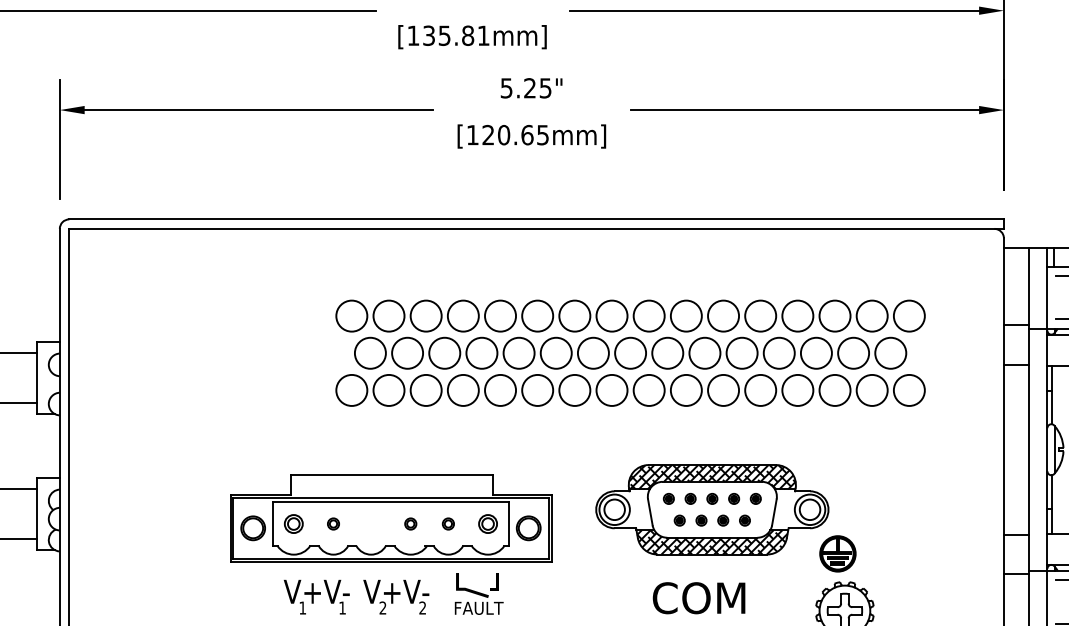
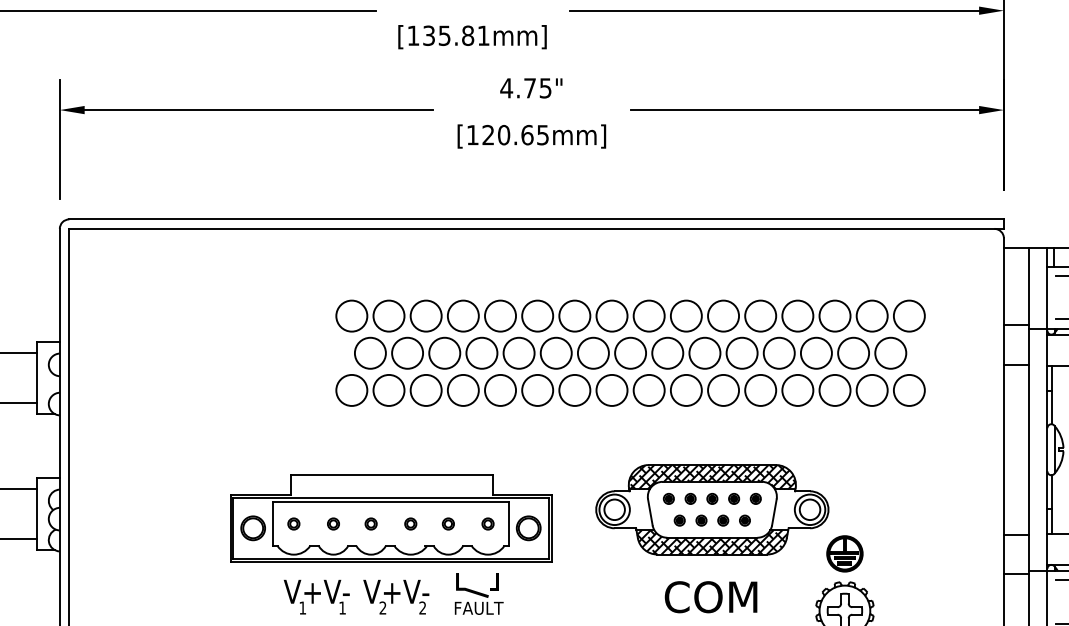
text at (517, 88): 5.25" -> 4.75"
part at (293, 523) size: 20x20 px -> 14x14 px
part at (370, 523): none -> present
part at (487, 523) size: 20x20 px -> 14x14 px
part at (837, 553) position: (837, 553) -> (844, 553)
text at (698, 598) position: (698, 598) -> (710, 597)
